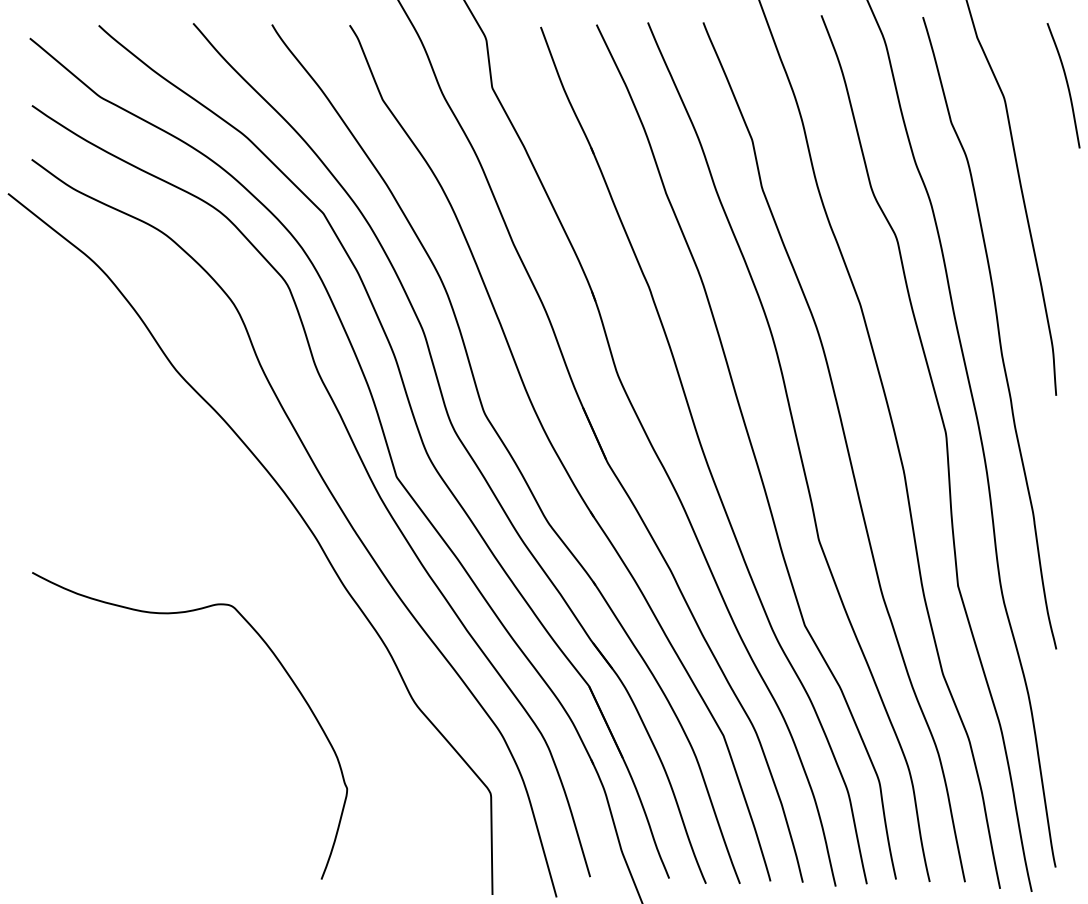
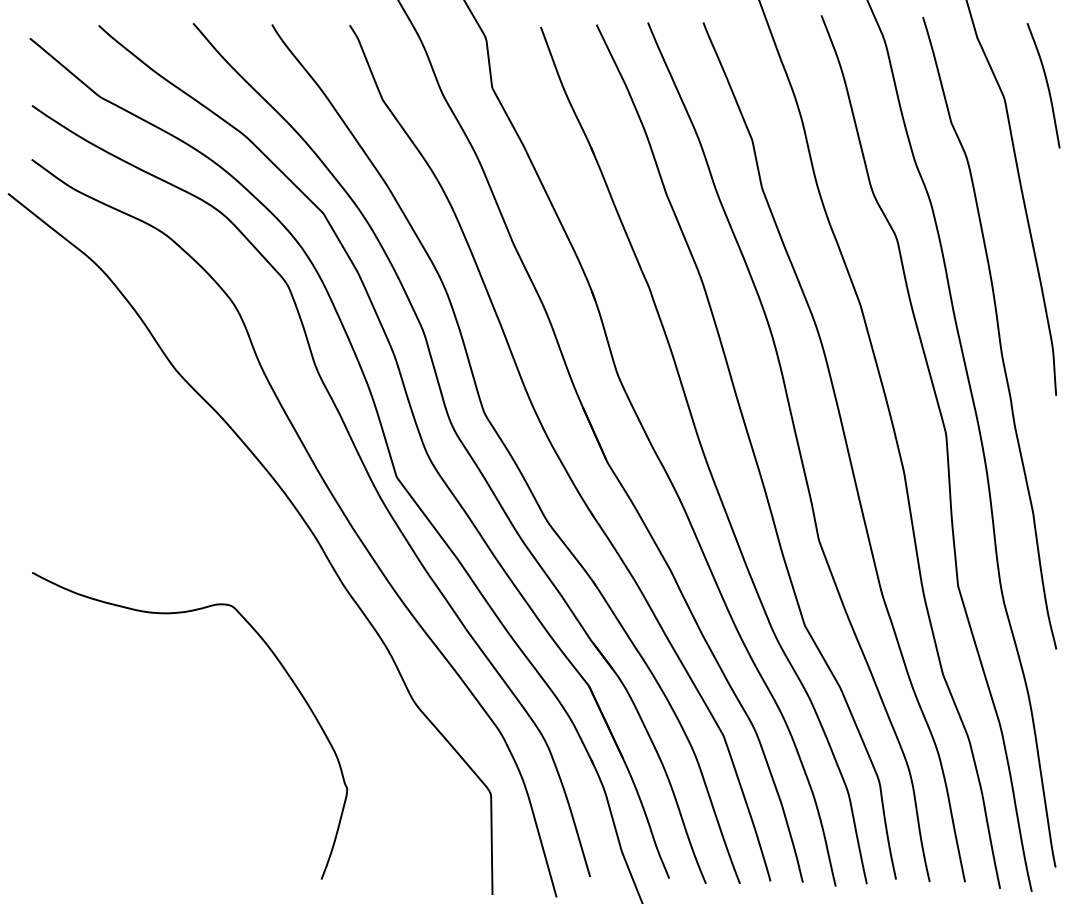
curve at (1066, 84) position: (1066, 84) -> (1046, 84)
